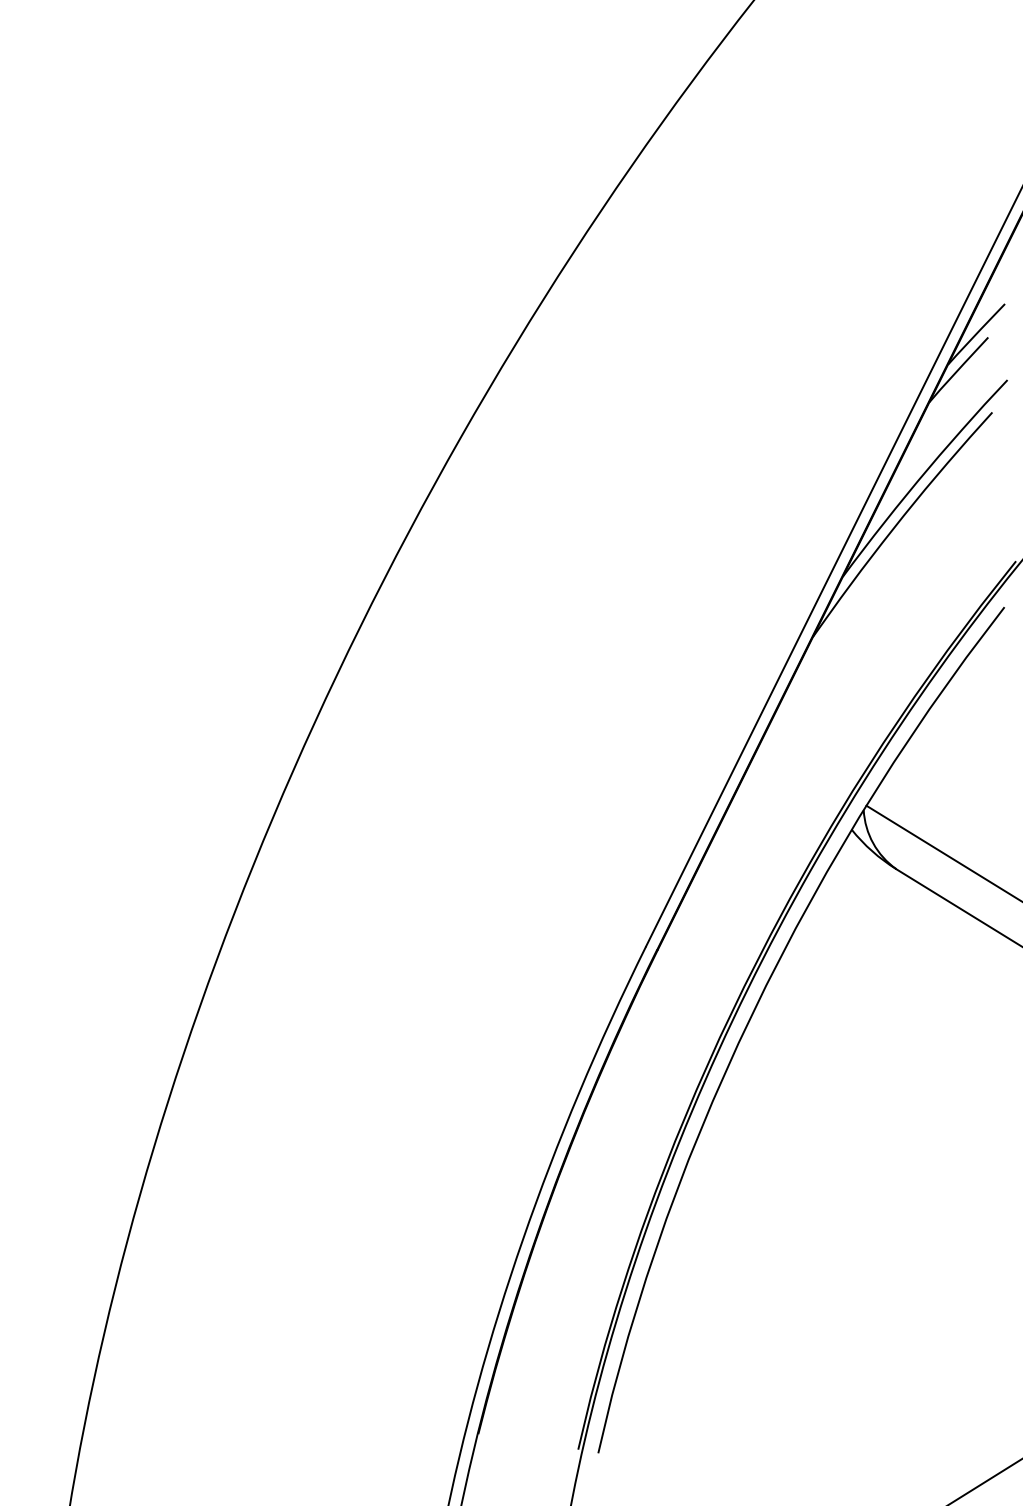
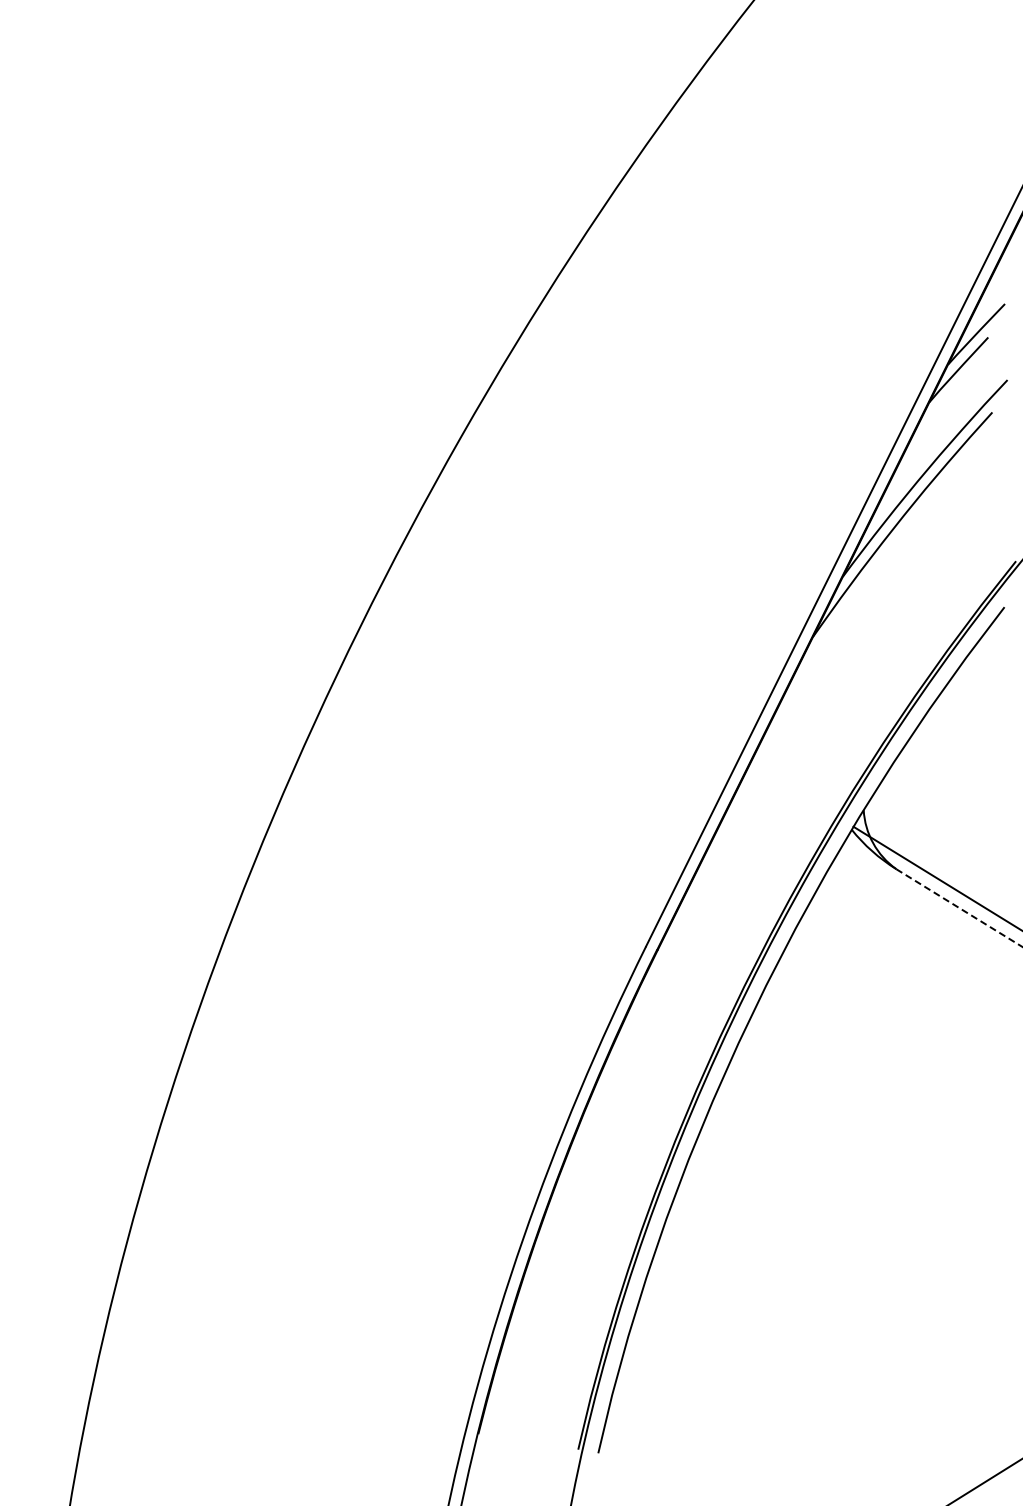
line at (942, 852) position: (942, 852) -> (936, 877)
line at (960, 908): solid -> dashed
